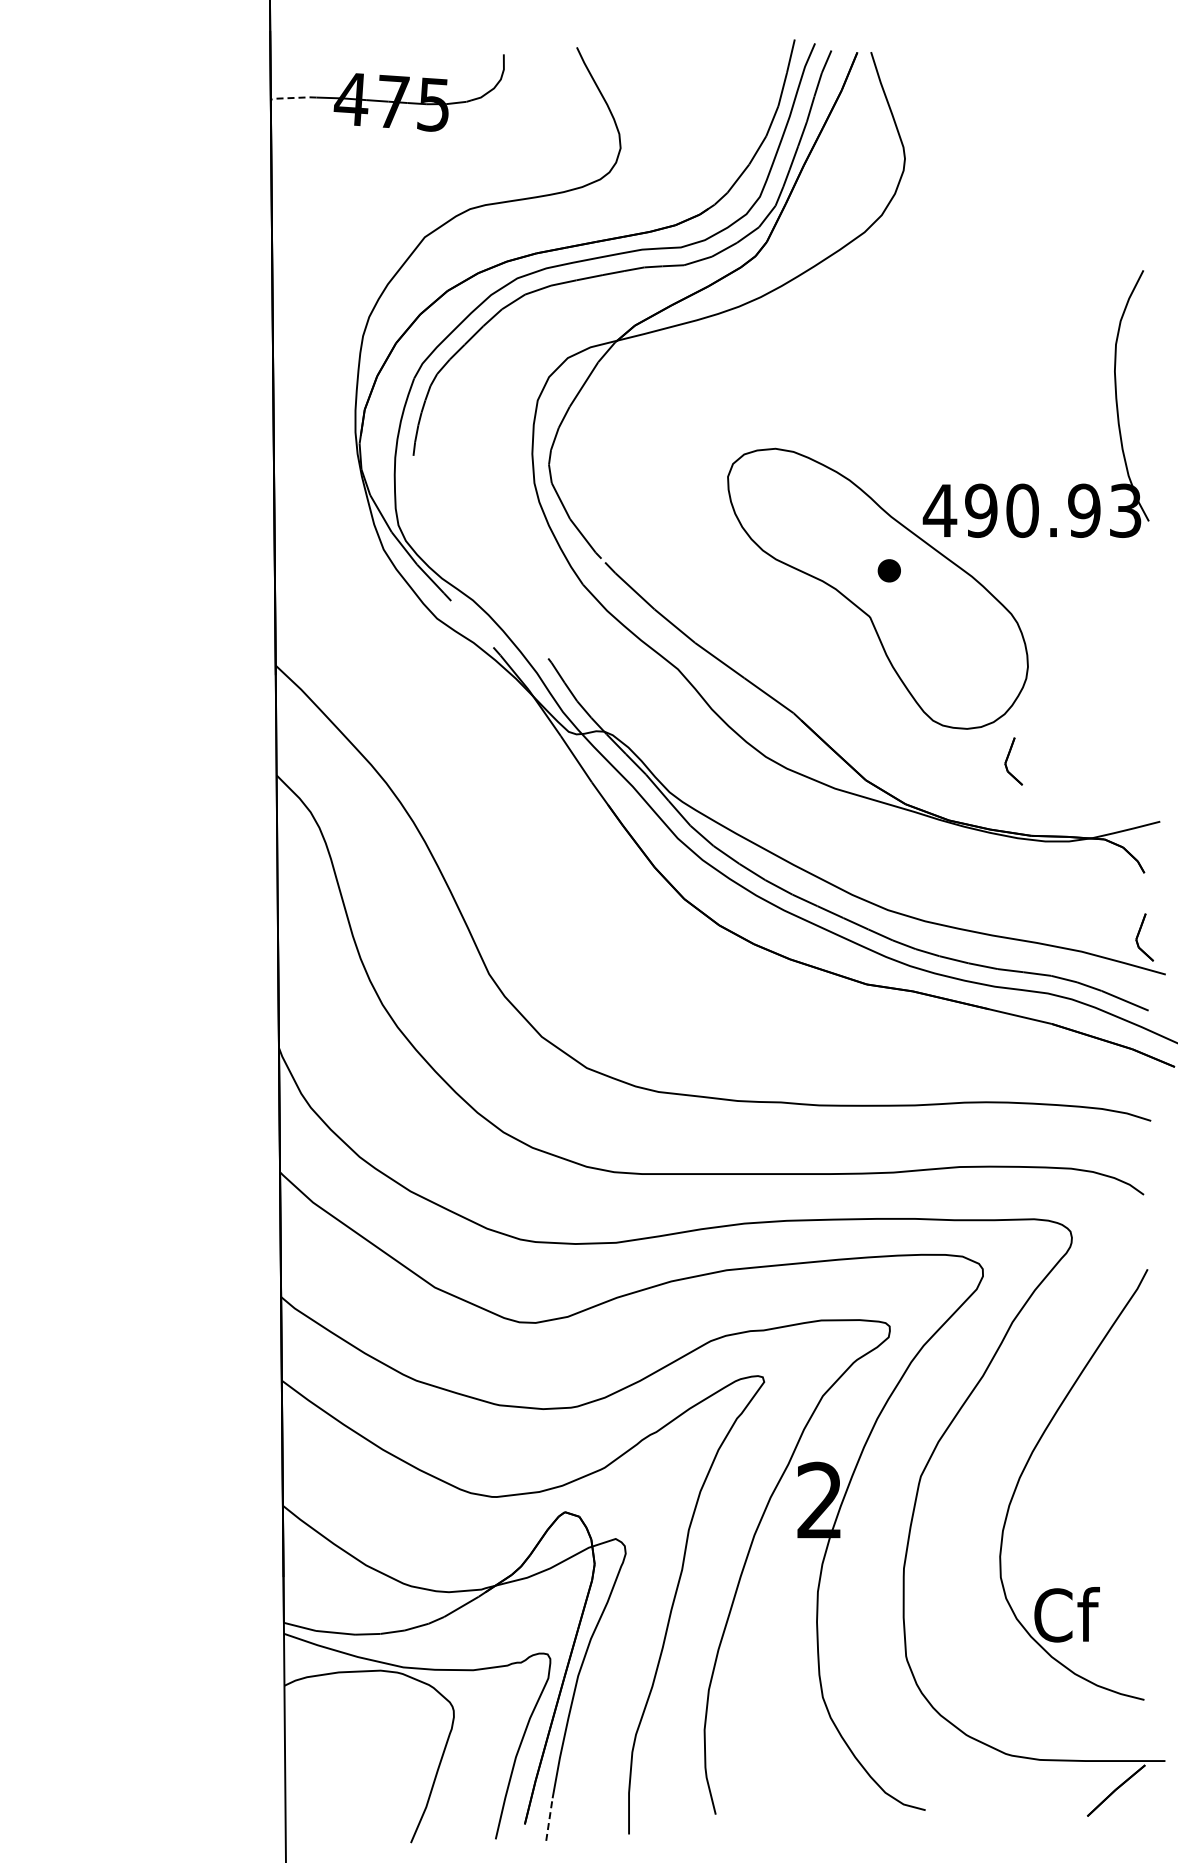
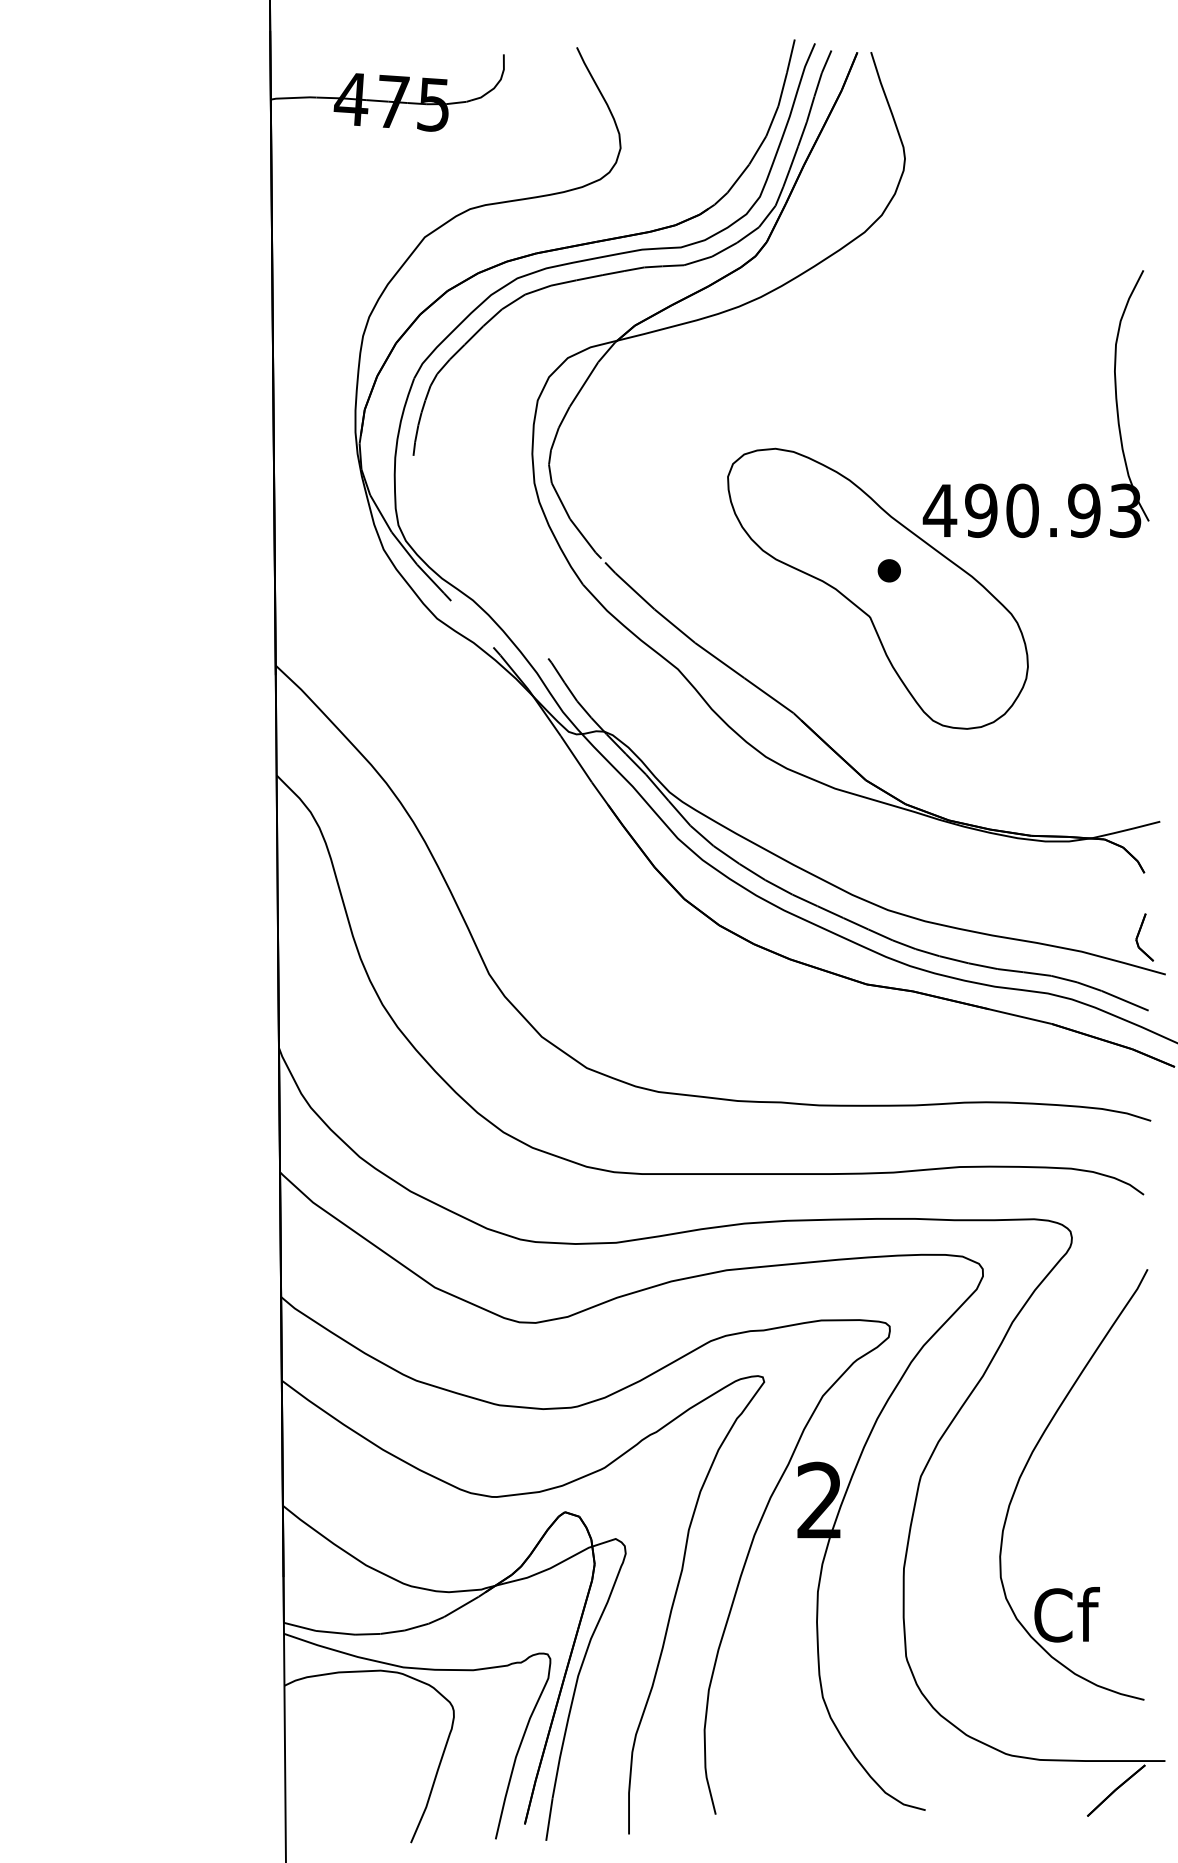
line at (292, 98): dashed -> solid
part at (1013, 761): present -> none
line at (549, 1819): dashed -> solid
